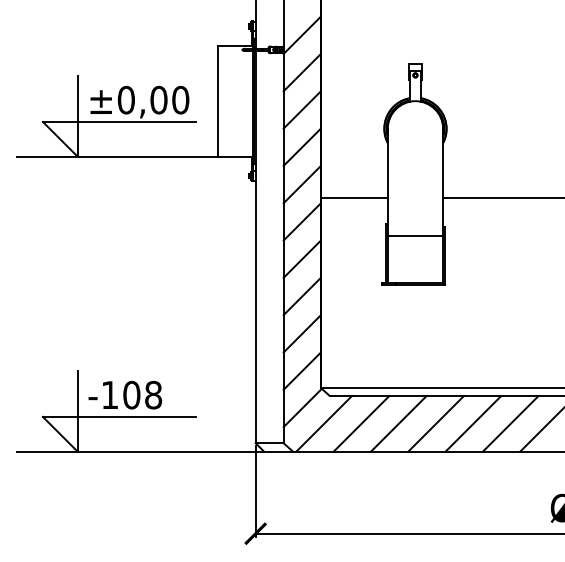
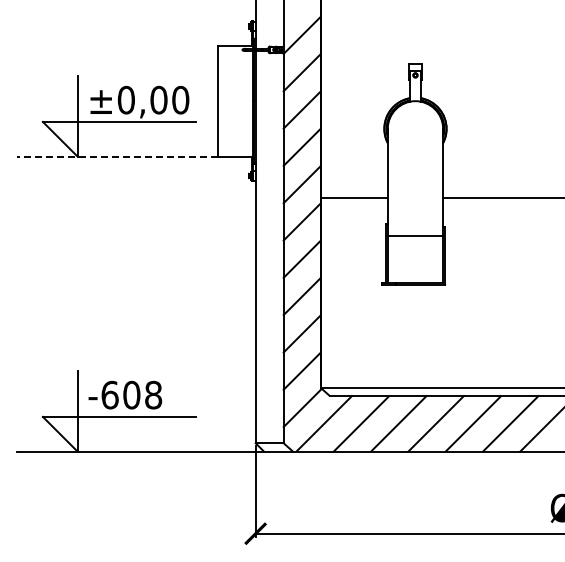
line at (117, 156): solid -> dashed
text at (109, 394): -108 -> -608
